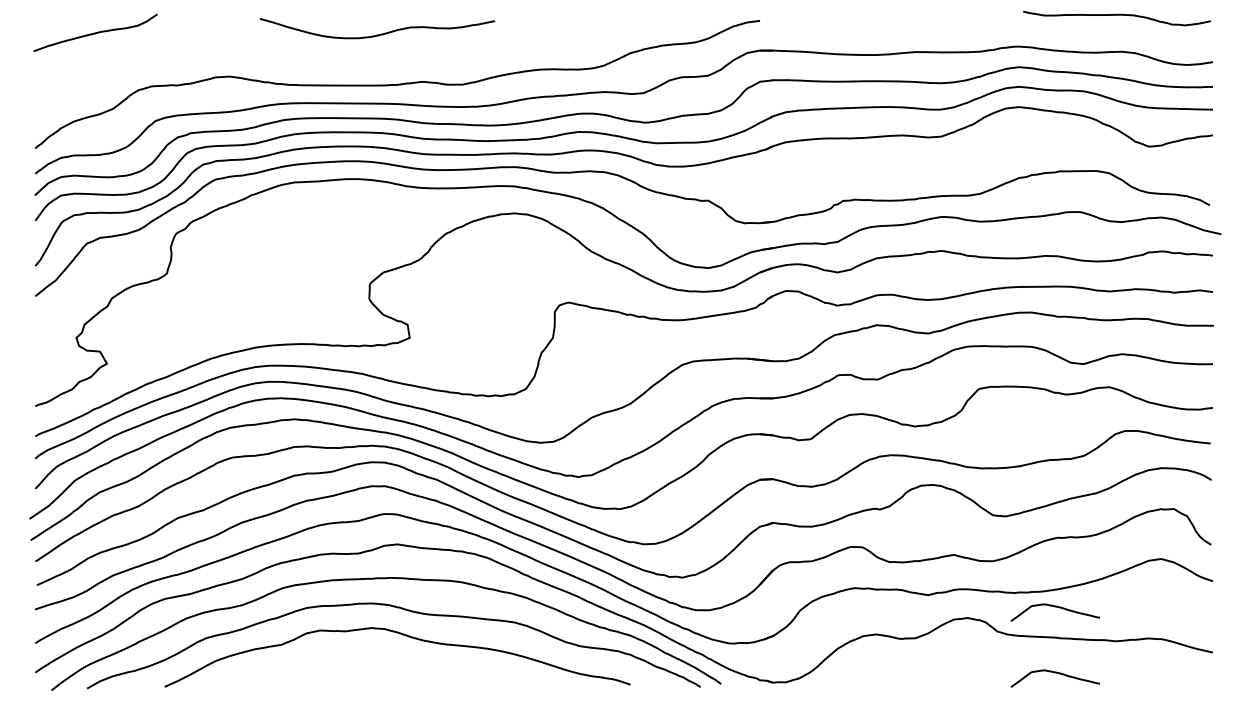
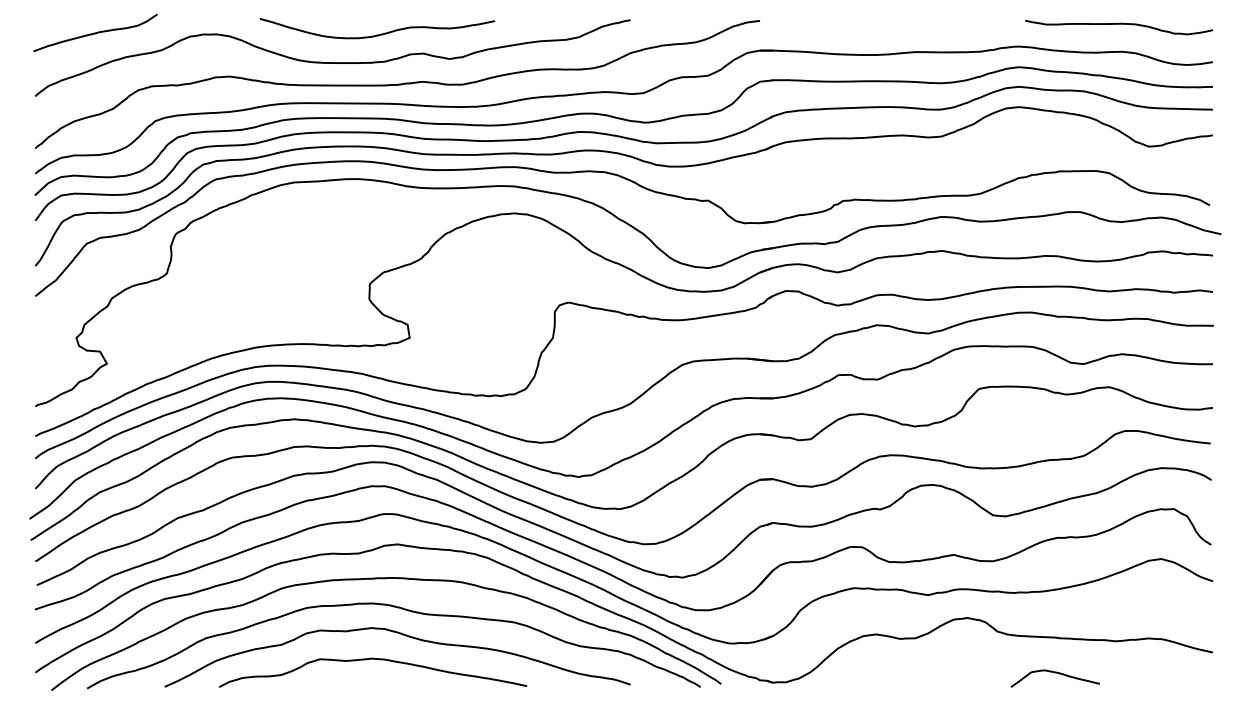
curve at (1116, 15) position: (1116, 15) -> (1118, 24)
curve at (332, 62): none -> present
curve at (1054, 607): present -> none
curve at (372, 659): none -> present
